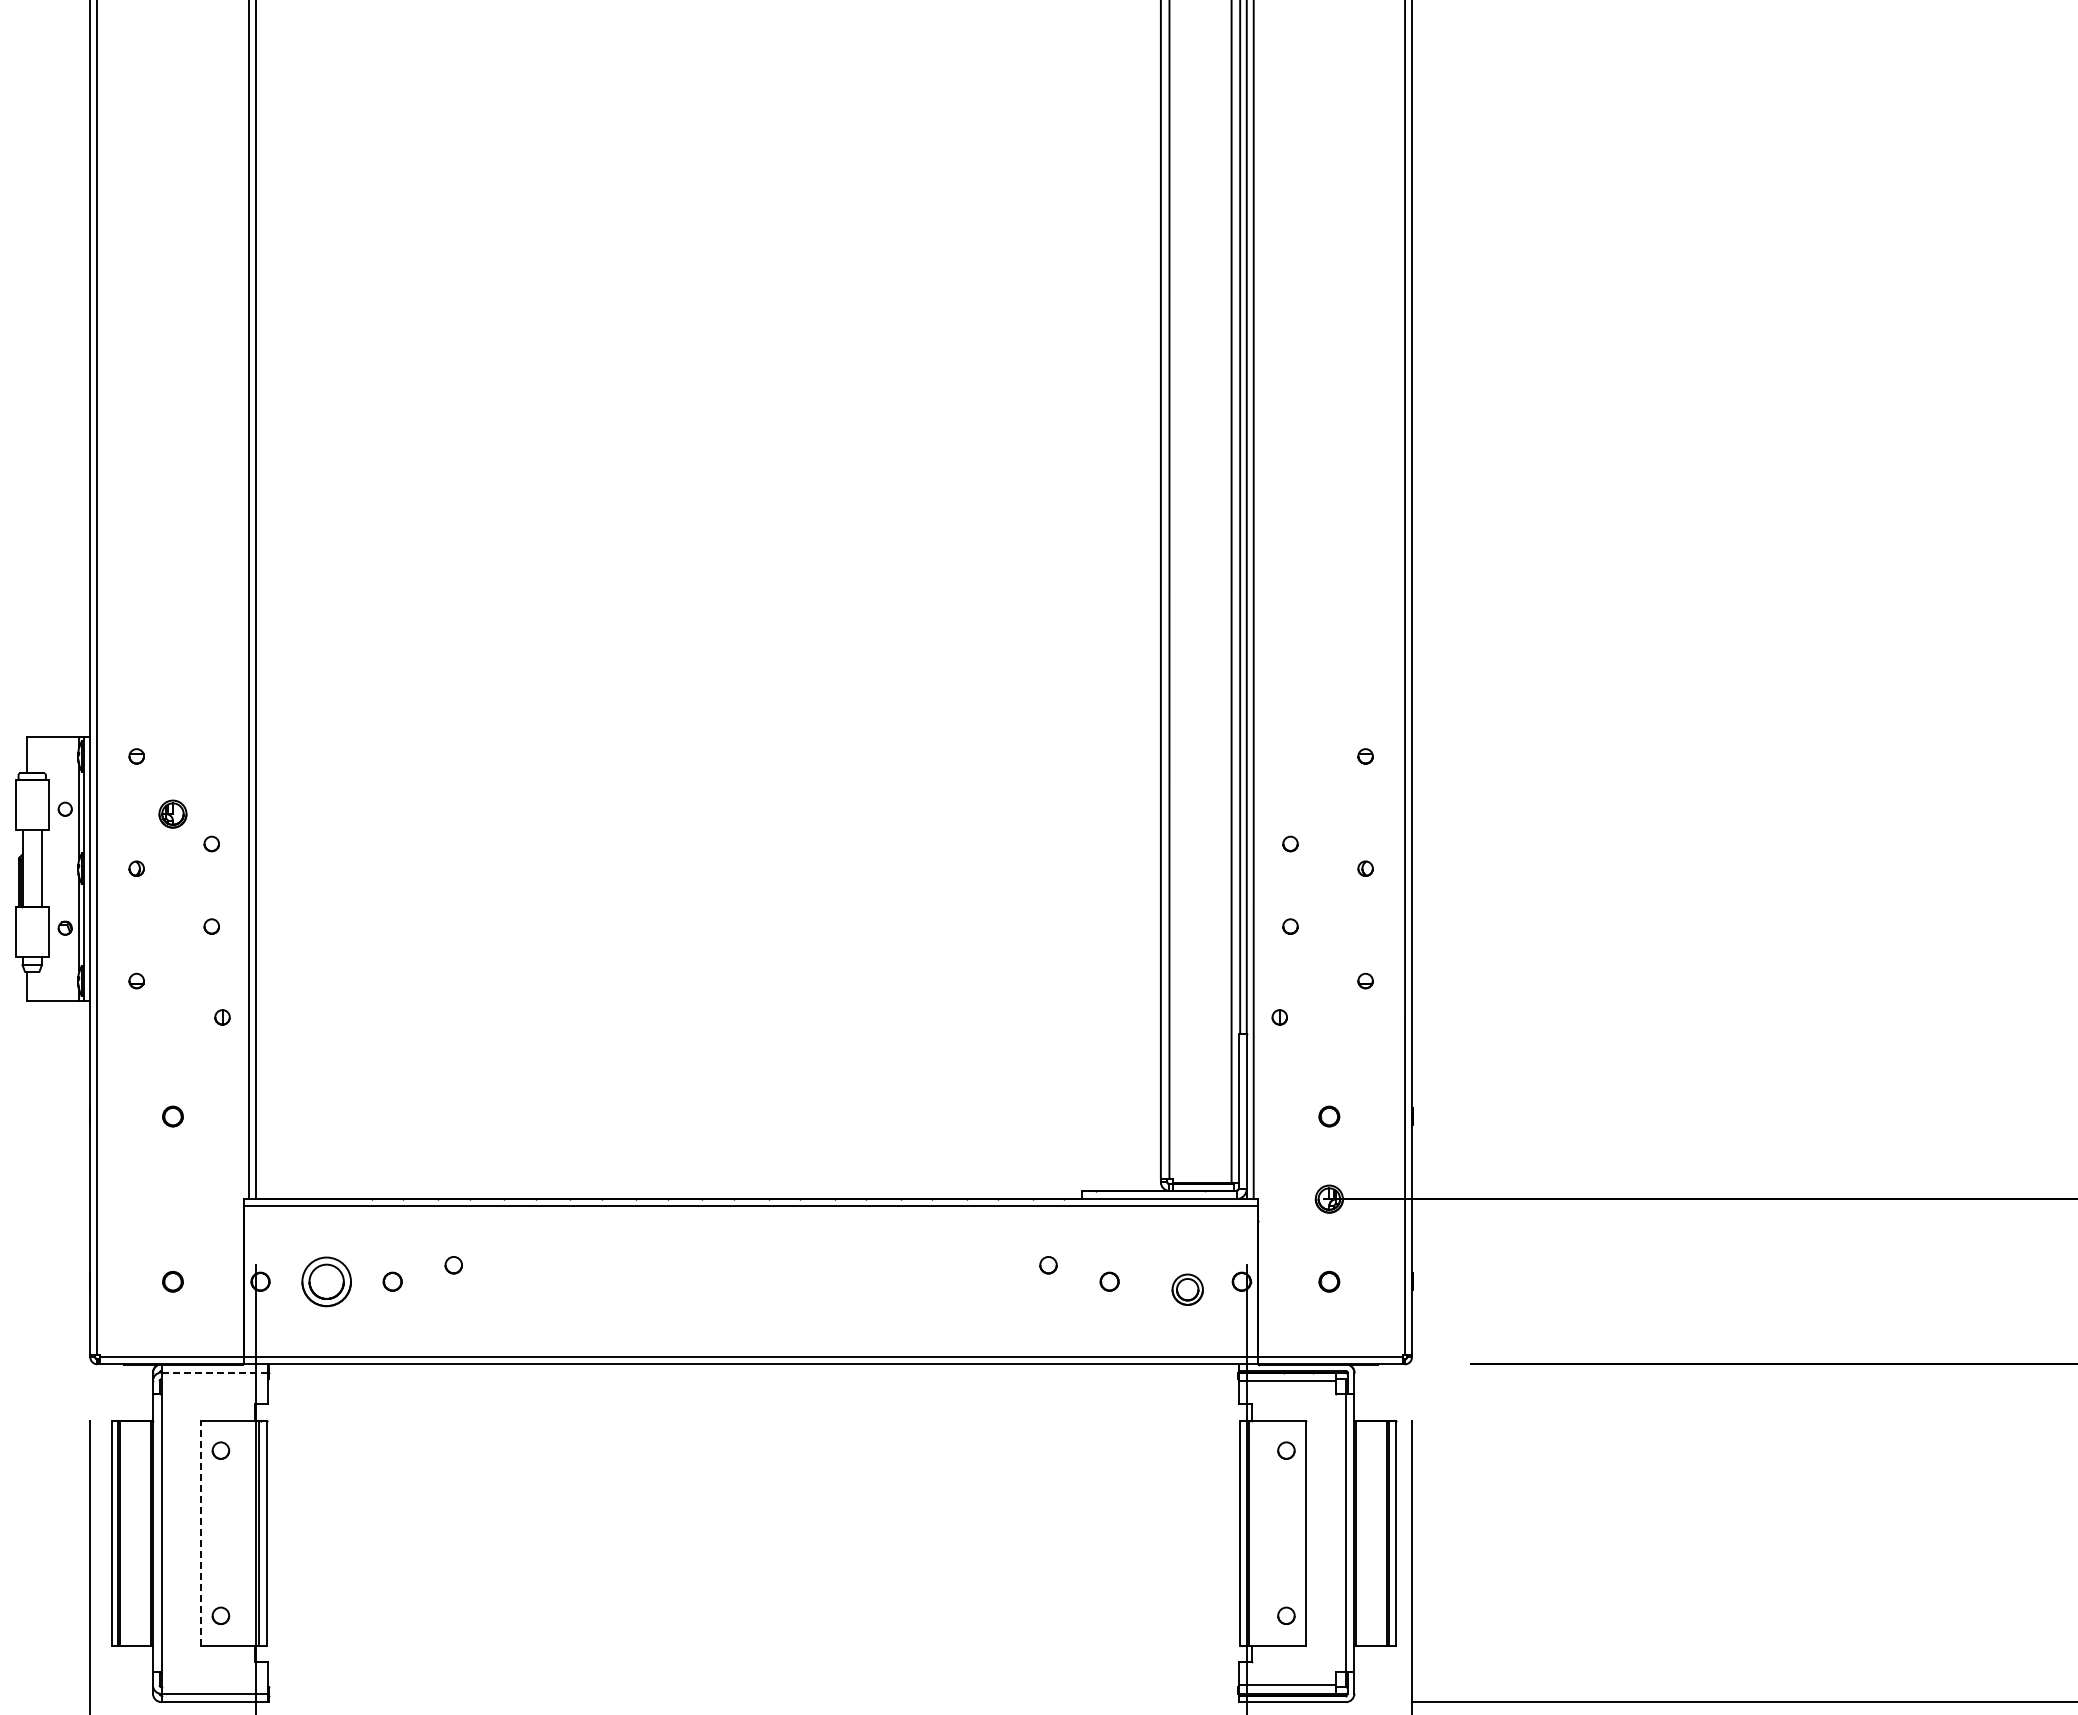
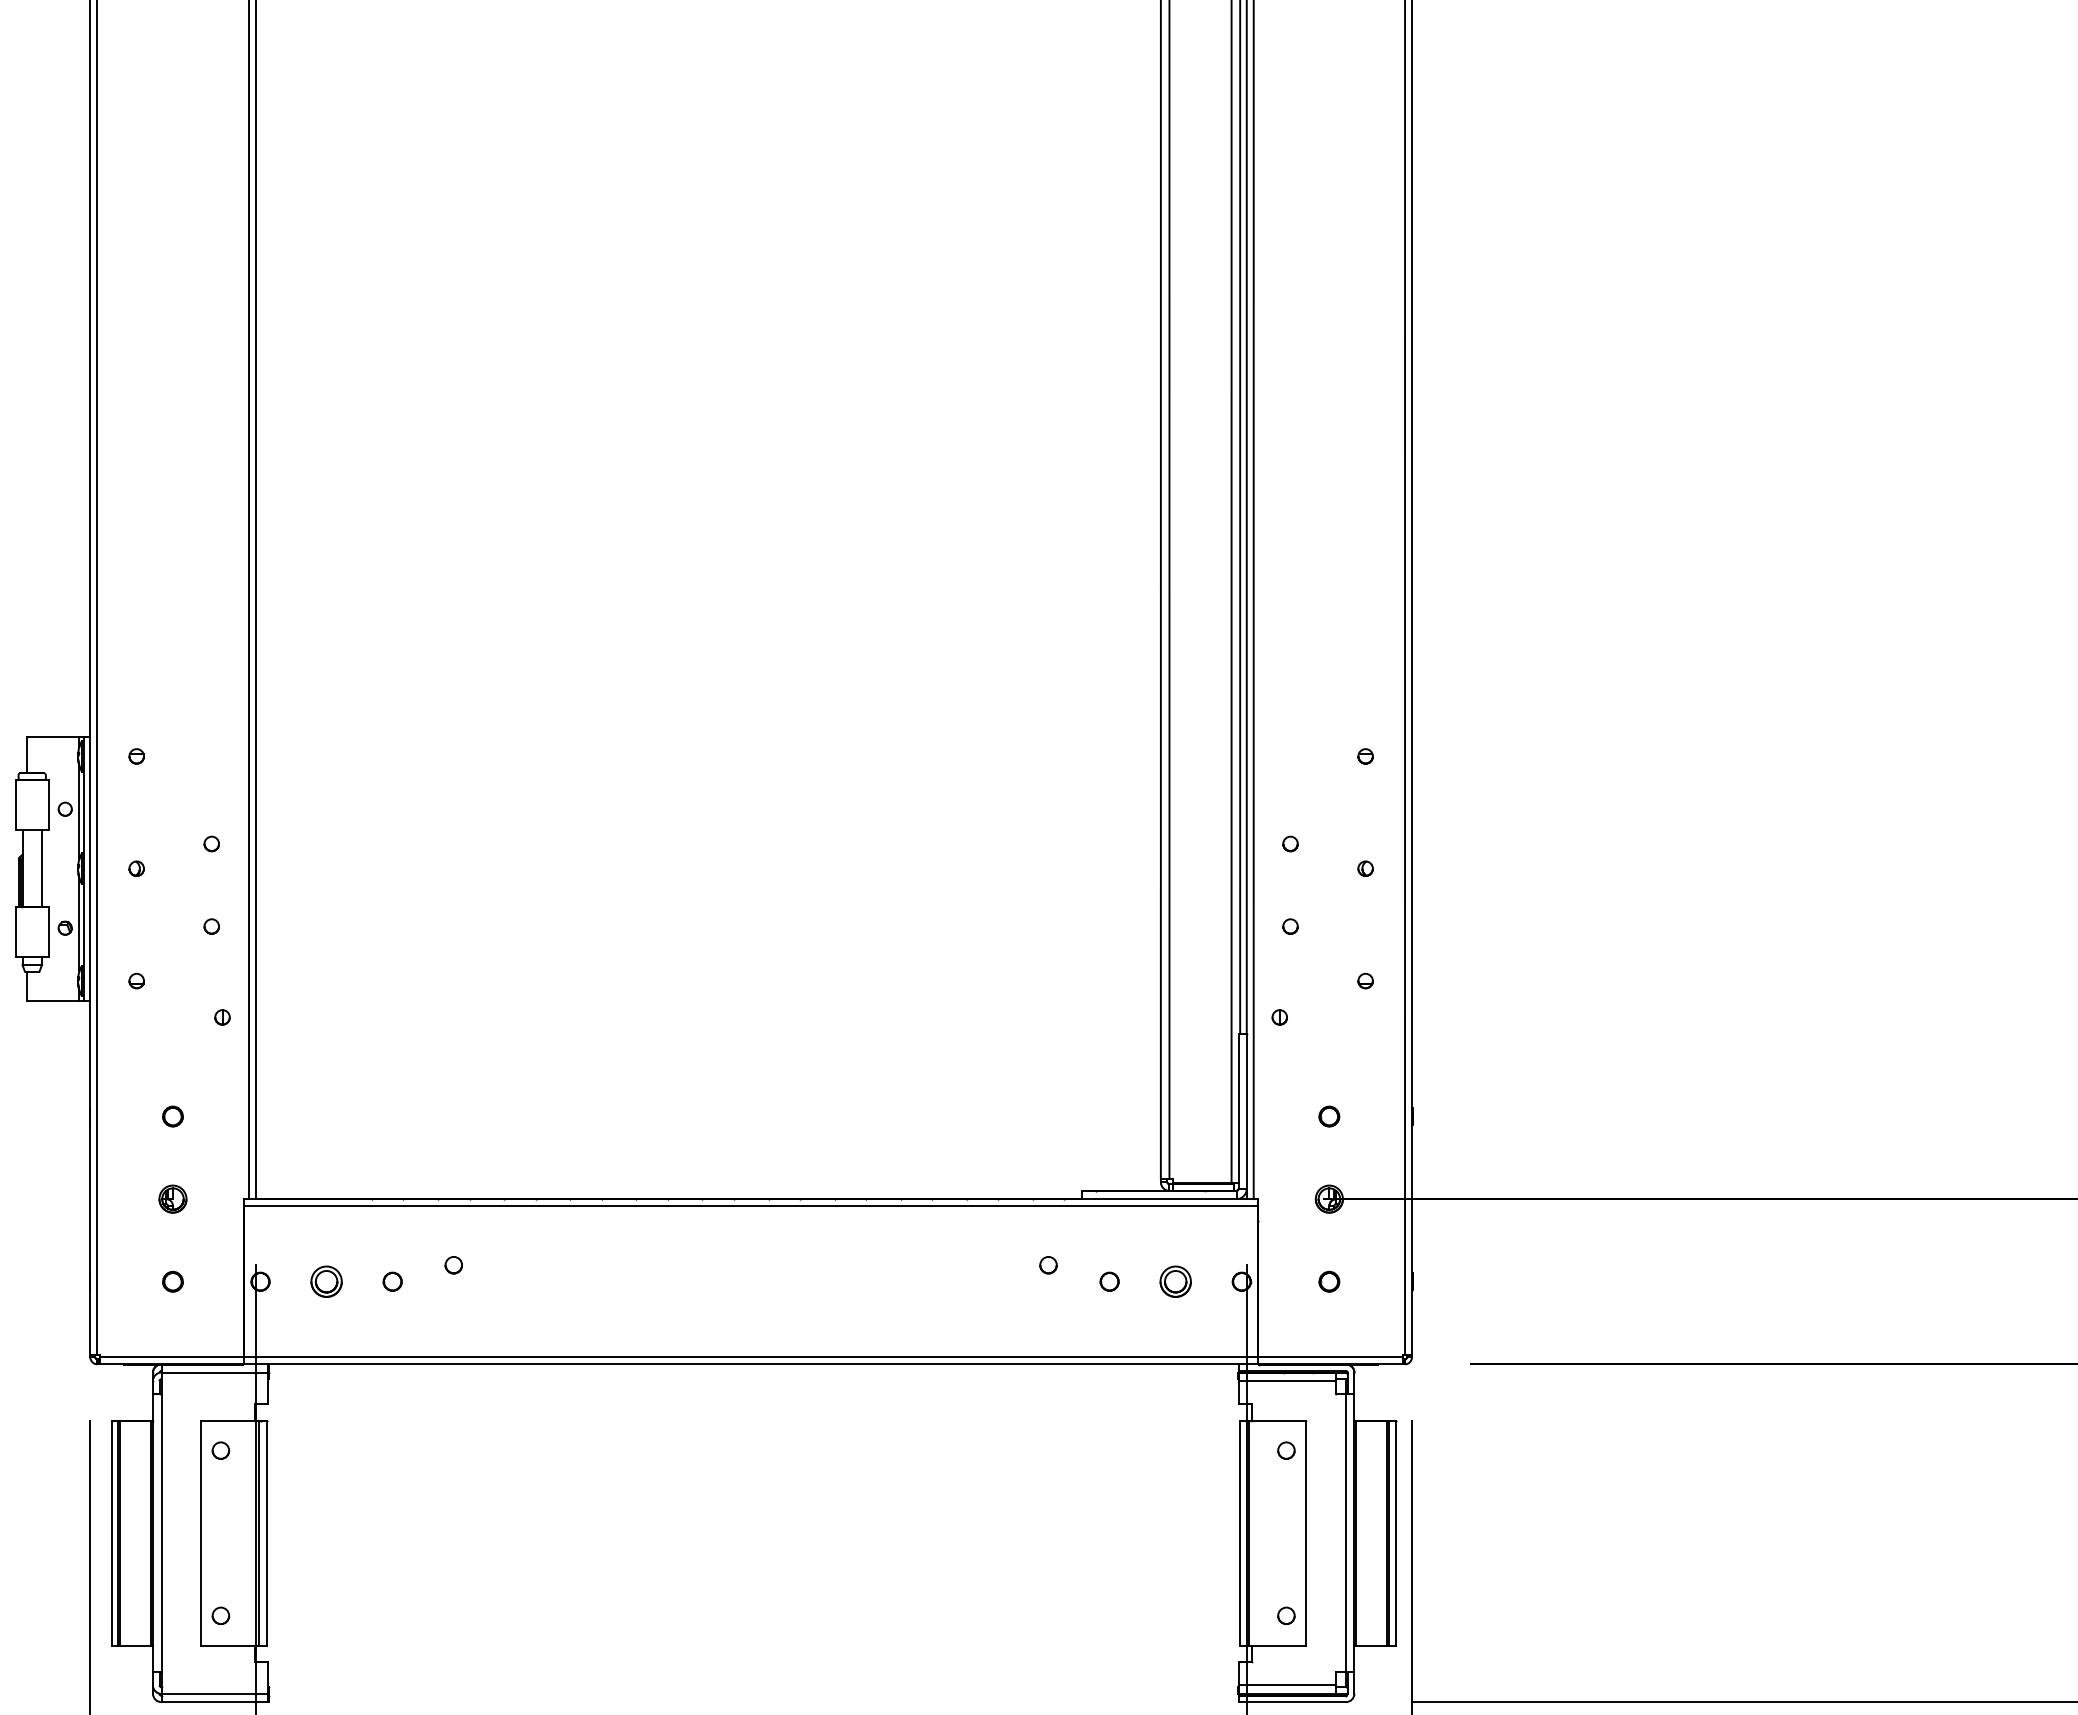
part at (172, 813) position: (172, 813) -> (172, 1198)
part at (326, 1281) size: 51x52 px -> 33x33 px
part at (1187, 1289) position: (1187, 1289) -> (1175, 1281)
line at (214, 1372): dashed -> solid
line at (201, 1532): dashed -> solid
